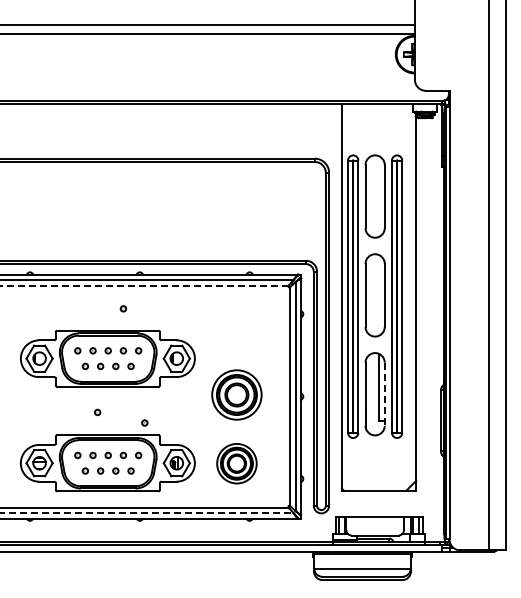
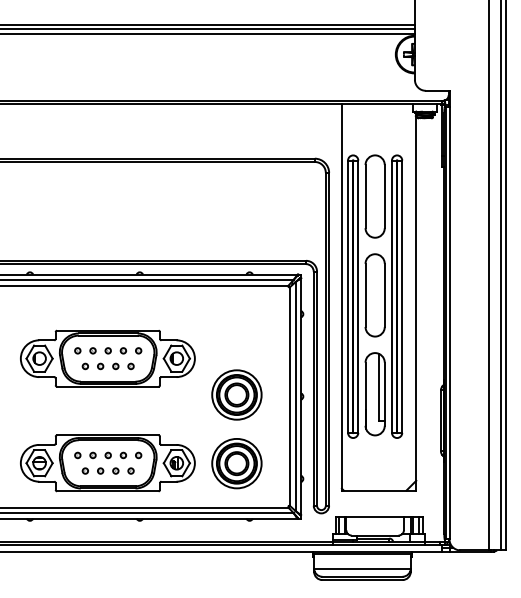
line at (208, 28): none -> present
line at (501, 276): none -> present
line at (144, 285): dashed -> solid
part at (122, 308): present -> none
line at (384, 394): dashed -> solid
part at (97, 412): present -> none
part at (144, 422): present -> none
part at (236, 463) size: 42x42 px -> 52x52 px
line at (147, 513): dashed -> solid
